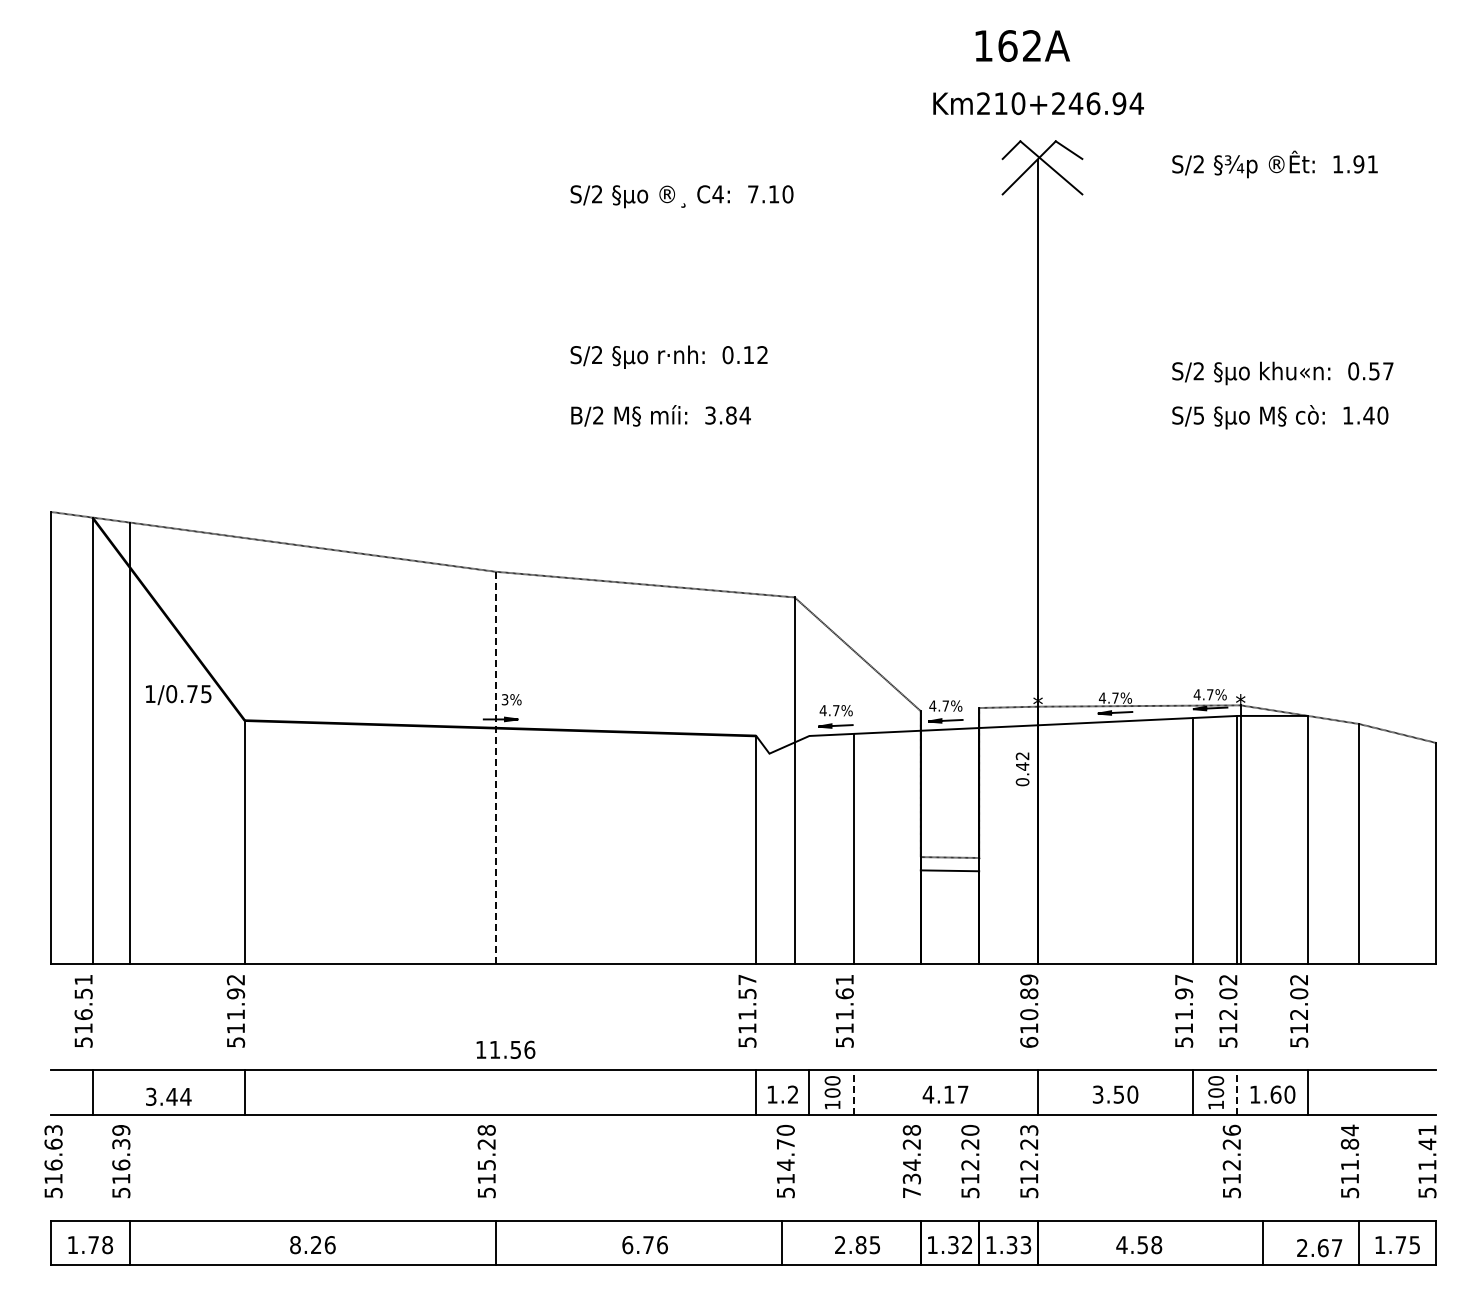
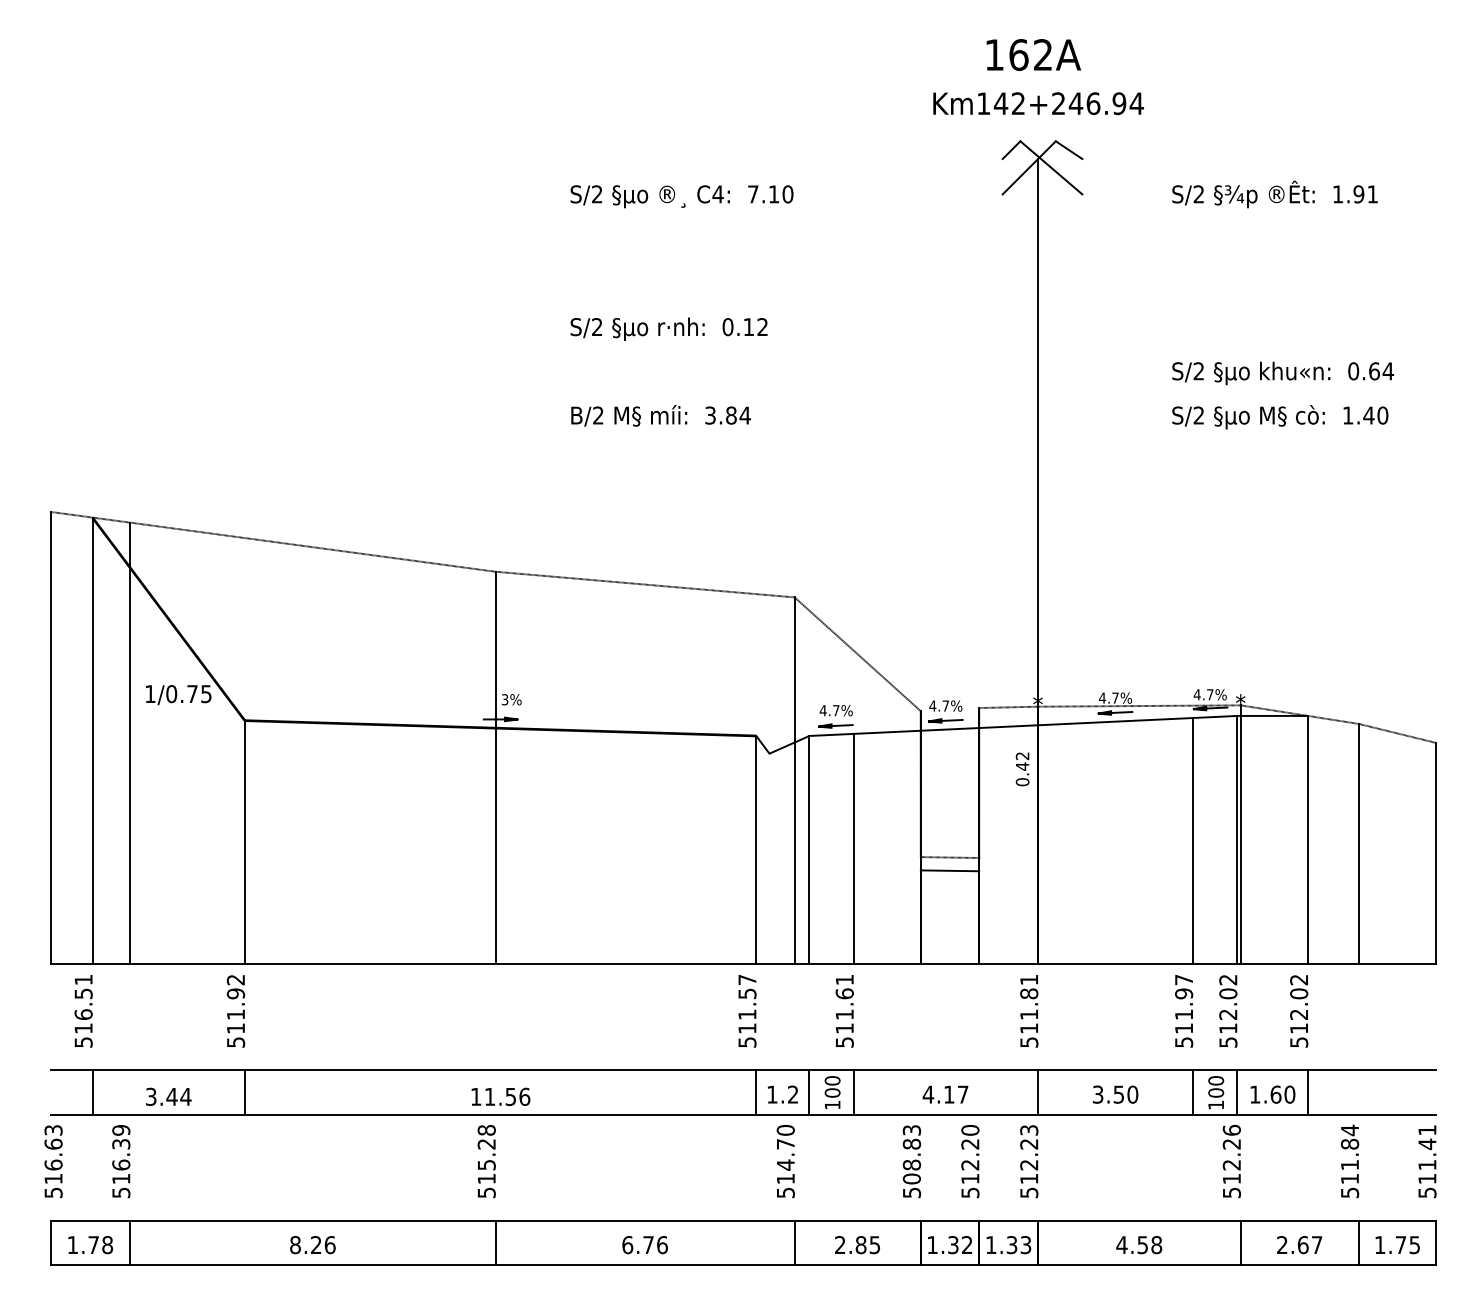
text at (1022, 45) position: (1022, 45) -> (1033, 54)
text at (1001, 103): Km210+246.94 -> Km142+246.94
text at (1274, 164) position: (1274, 164) -> (1274, 194)
text at (668, 356) position: (668, 356) -> (668, 328)
text at (1381, 371): 0.57 -> 0.64
text at (1198, 415): S/5 -> S/2
line at (495, 768): dashed -> solid
line at (809, 849): none -> present
text at (1029, 1010): 610.89 -> 511.81
text at (505, 1049) position: (505, 1049) -> (500, 1096)
line at (853, 1091): dashed -> solid
line at (1237, 1091): dashed -> solid
text at (911, 1161): 734.28 -> 508.83
line at (781, 1242) position: (781, 1242) -> (794, 1242)
line at (1262, 1242) position: (1262, 1242) -> (1240, 1242)
text at (1319, 1248) position: (1319, 1248) -> (1299, 1245)
